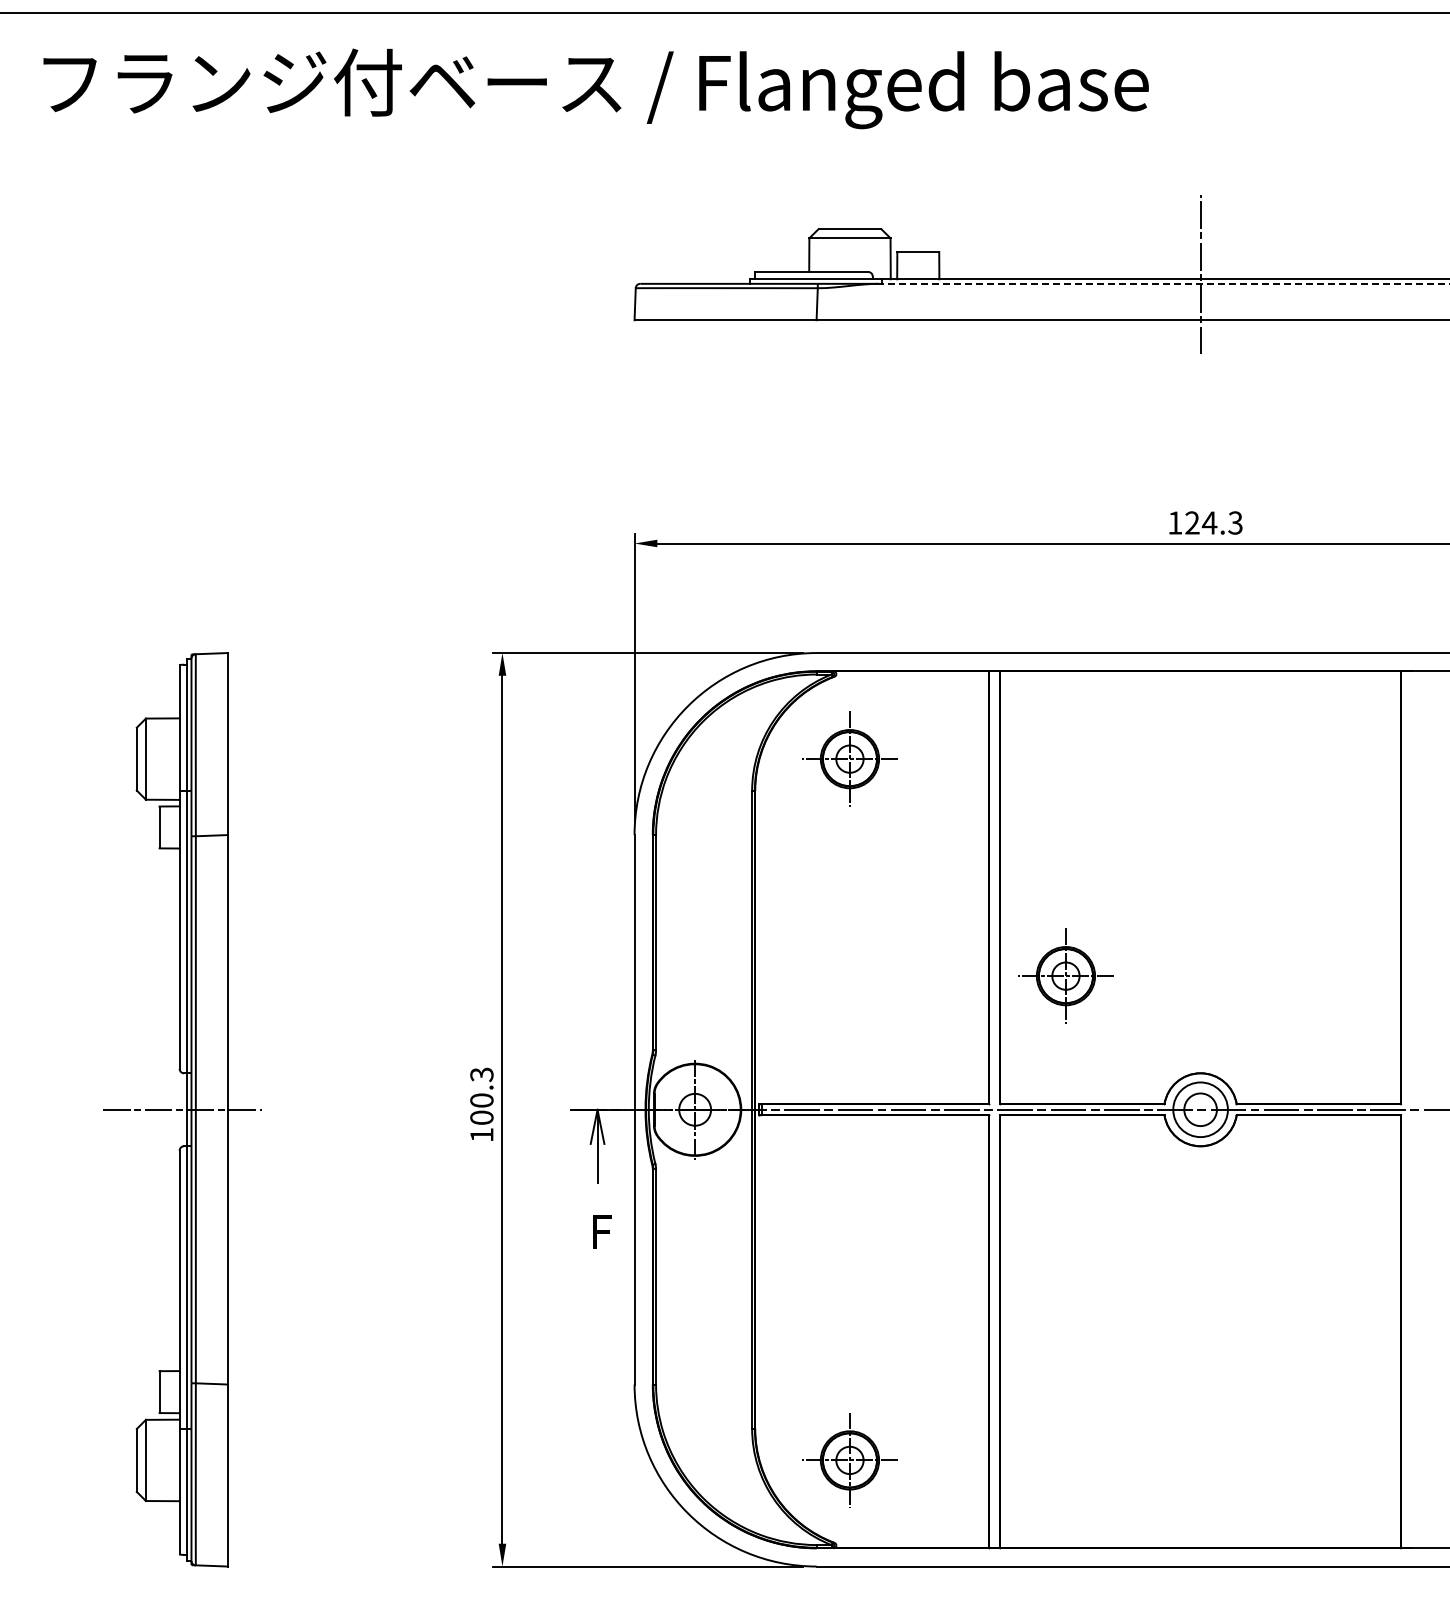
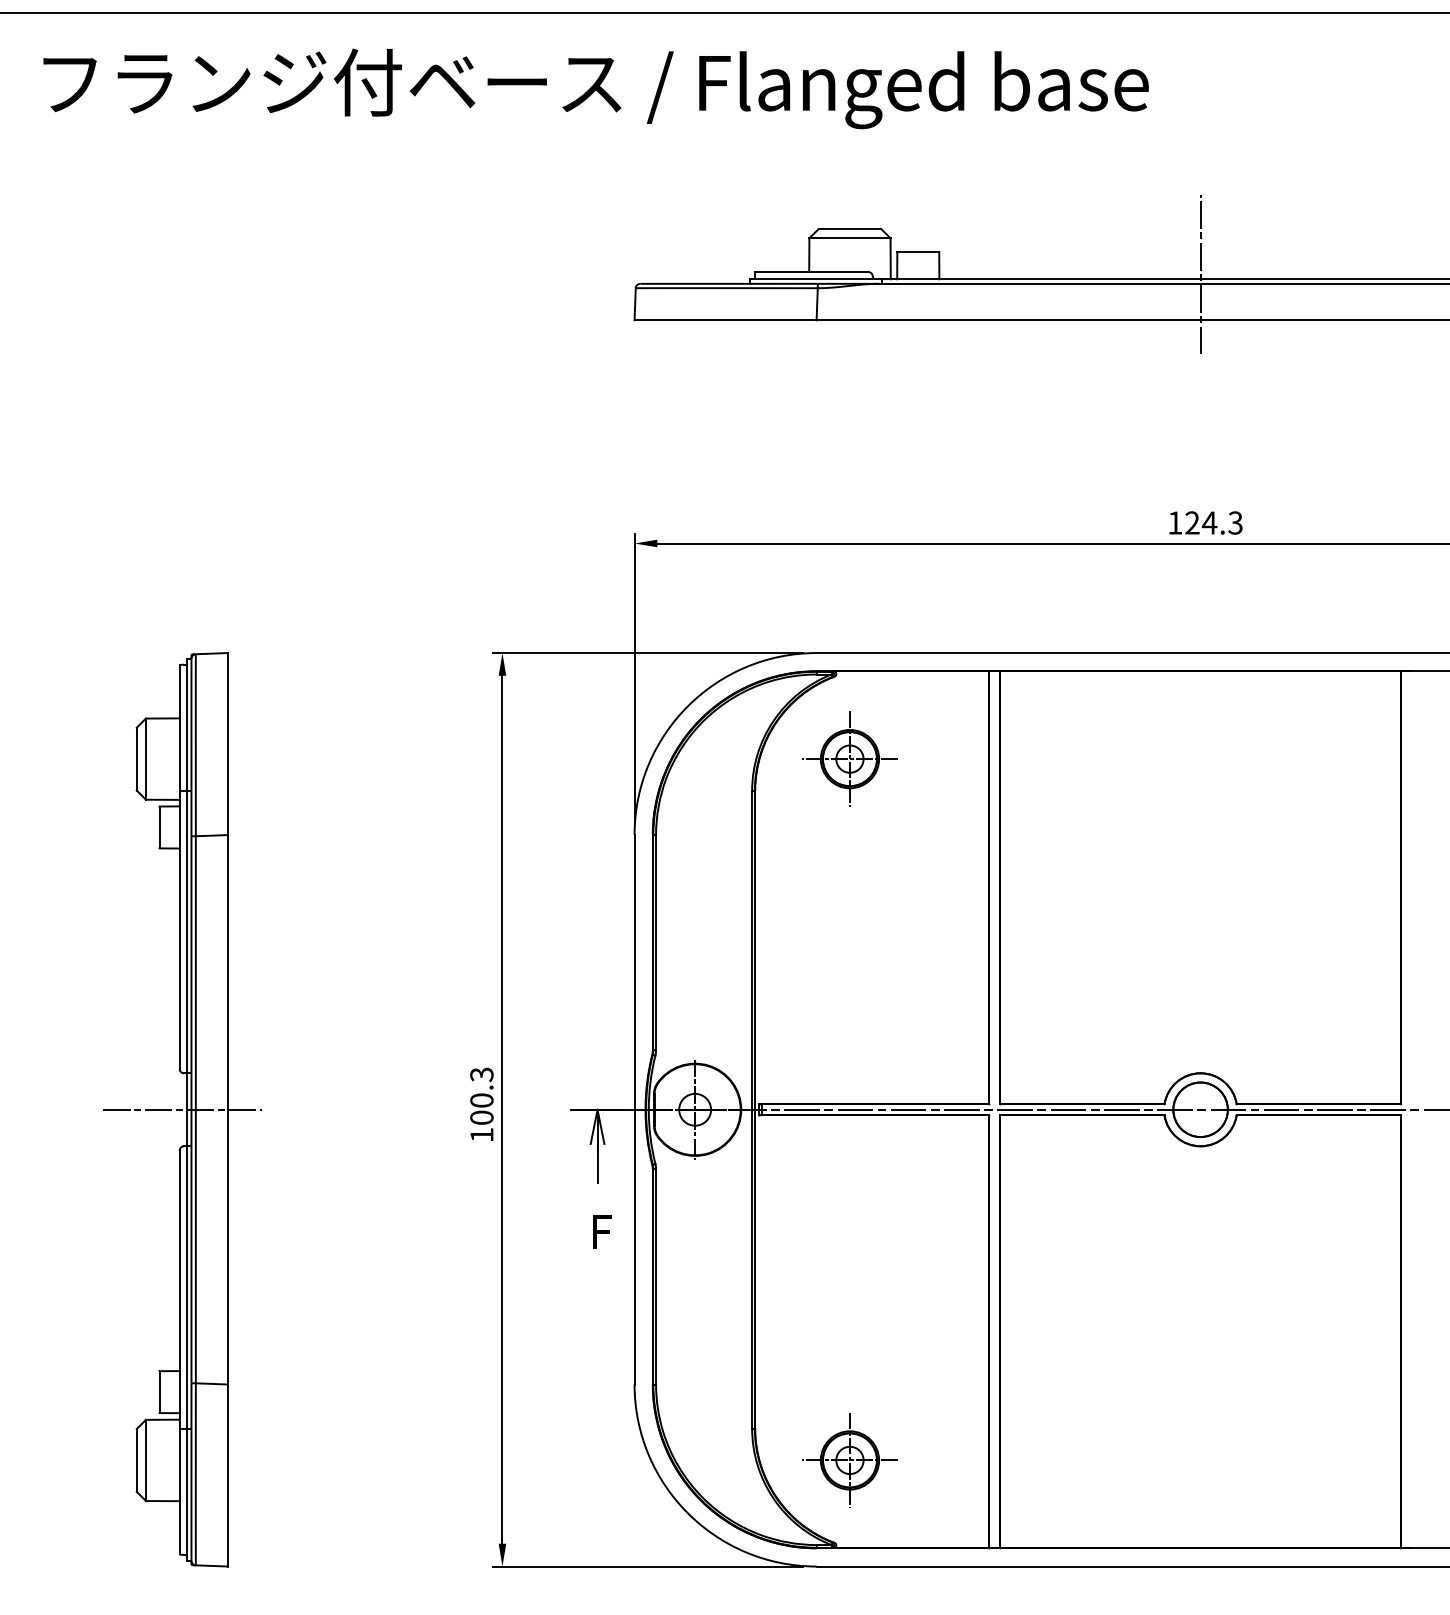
line at (1164, 283): dashed -> solid
part at (1065, 975): present -> none
circle at (1200, 1109) diameter: 33 px -> 54 px
